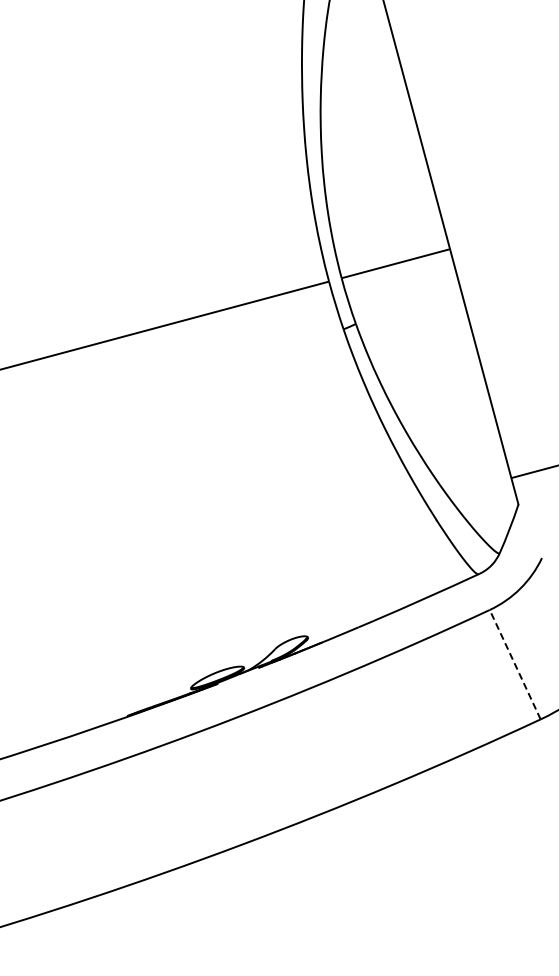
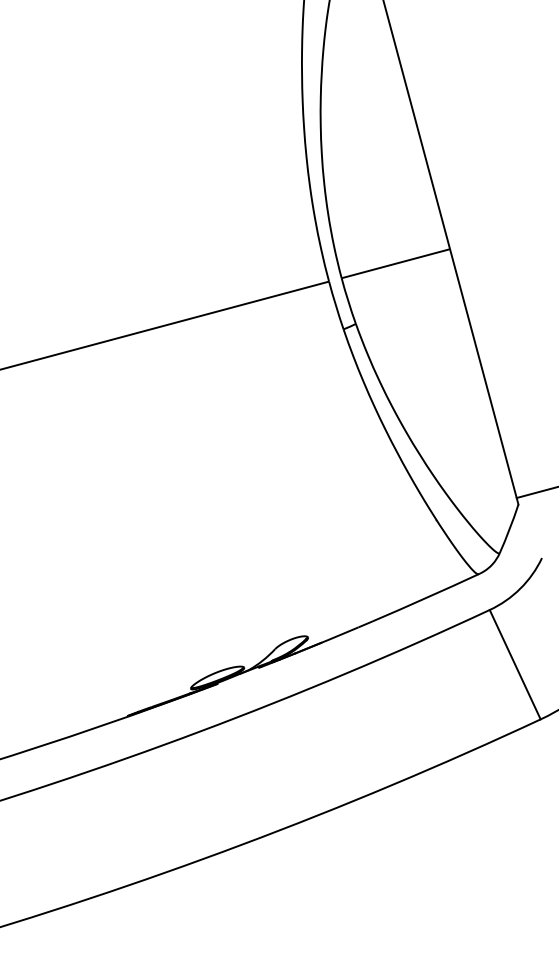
line at (533, 472) position: (533, 472) -> (535, 492)
line at (514, 664): dashed -> solid
